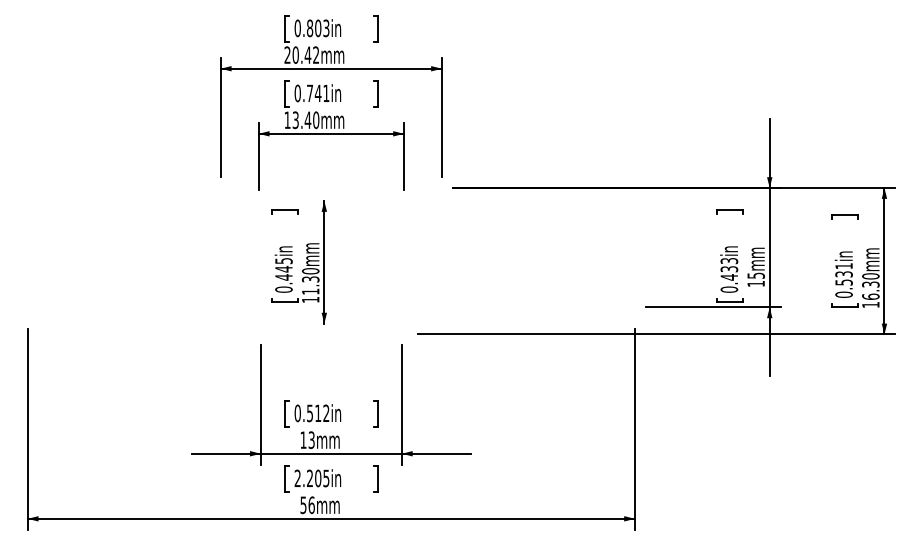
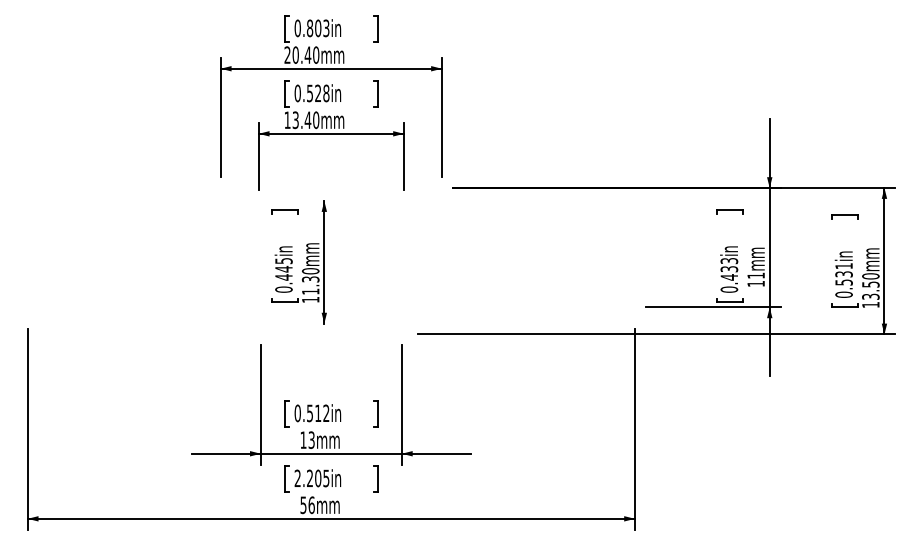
text at (316, 54): 20.42mm -> 20.40mm
text at (318, 93): 0.741in -> 0.528in
text at (755, 275): 15mm -> 11mm
text at (870, 290): 16.30mm -> 13.50mm
